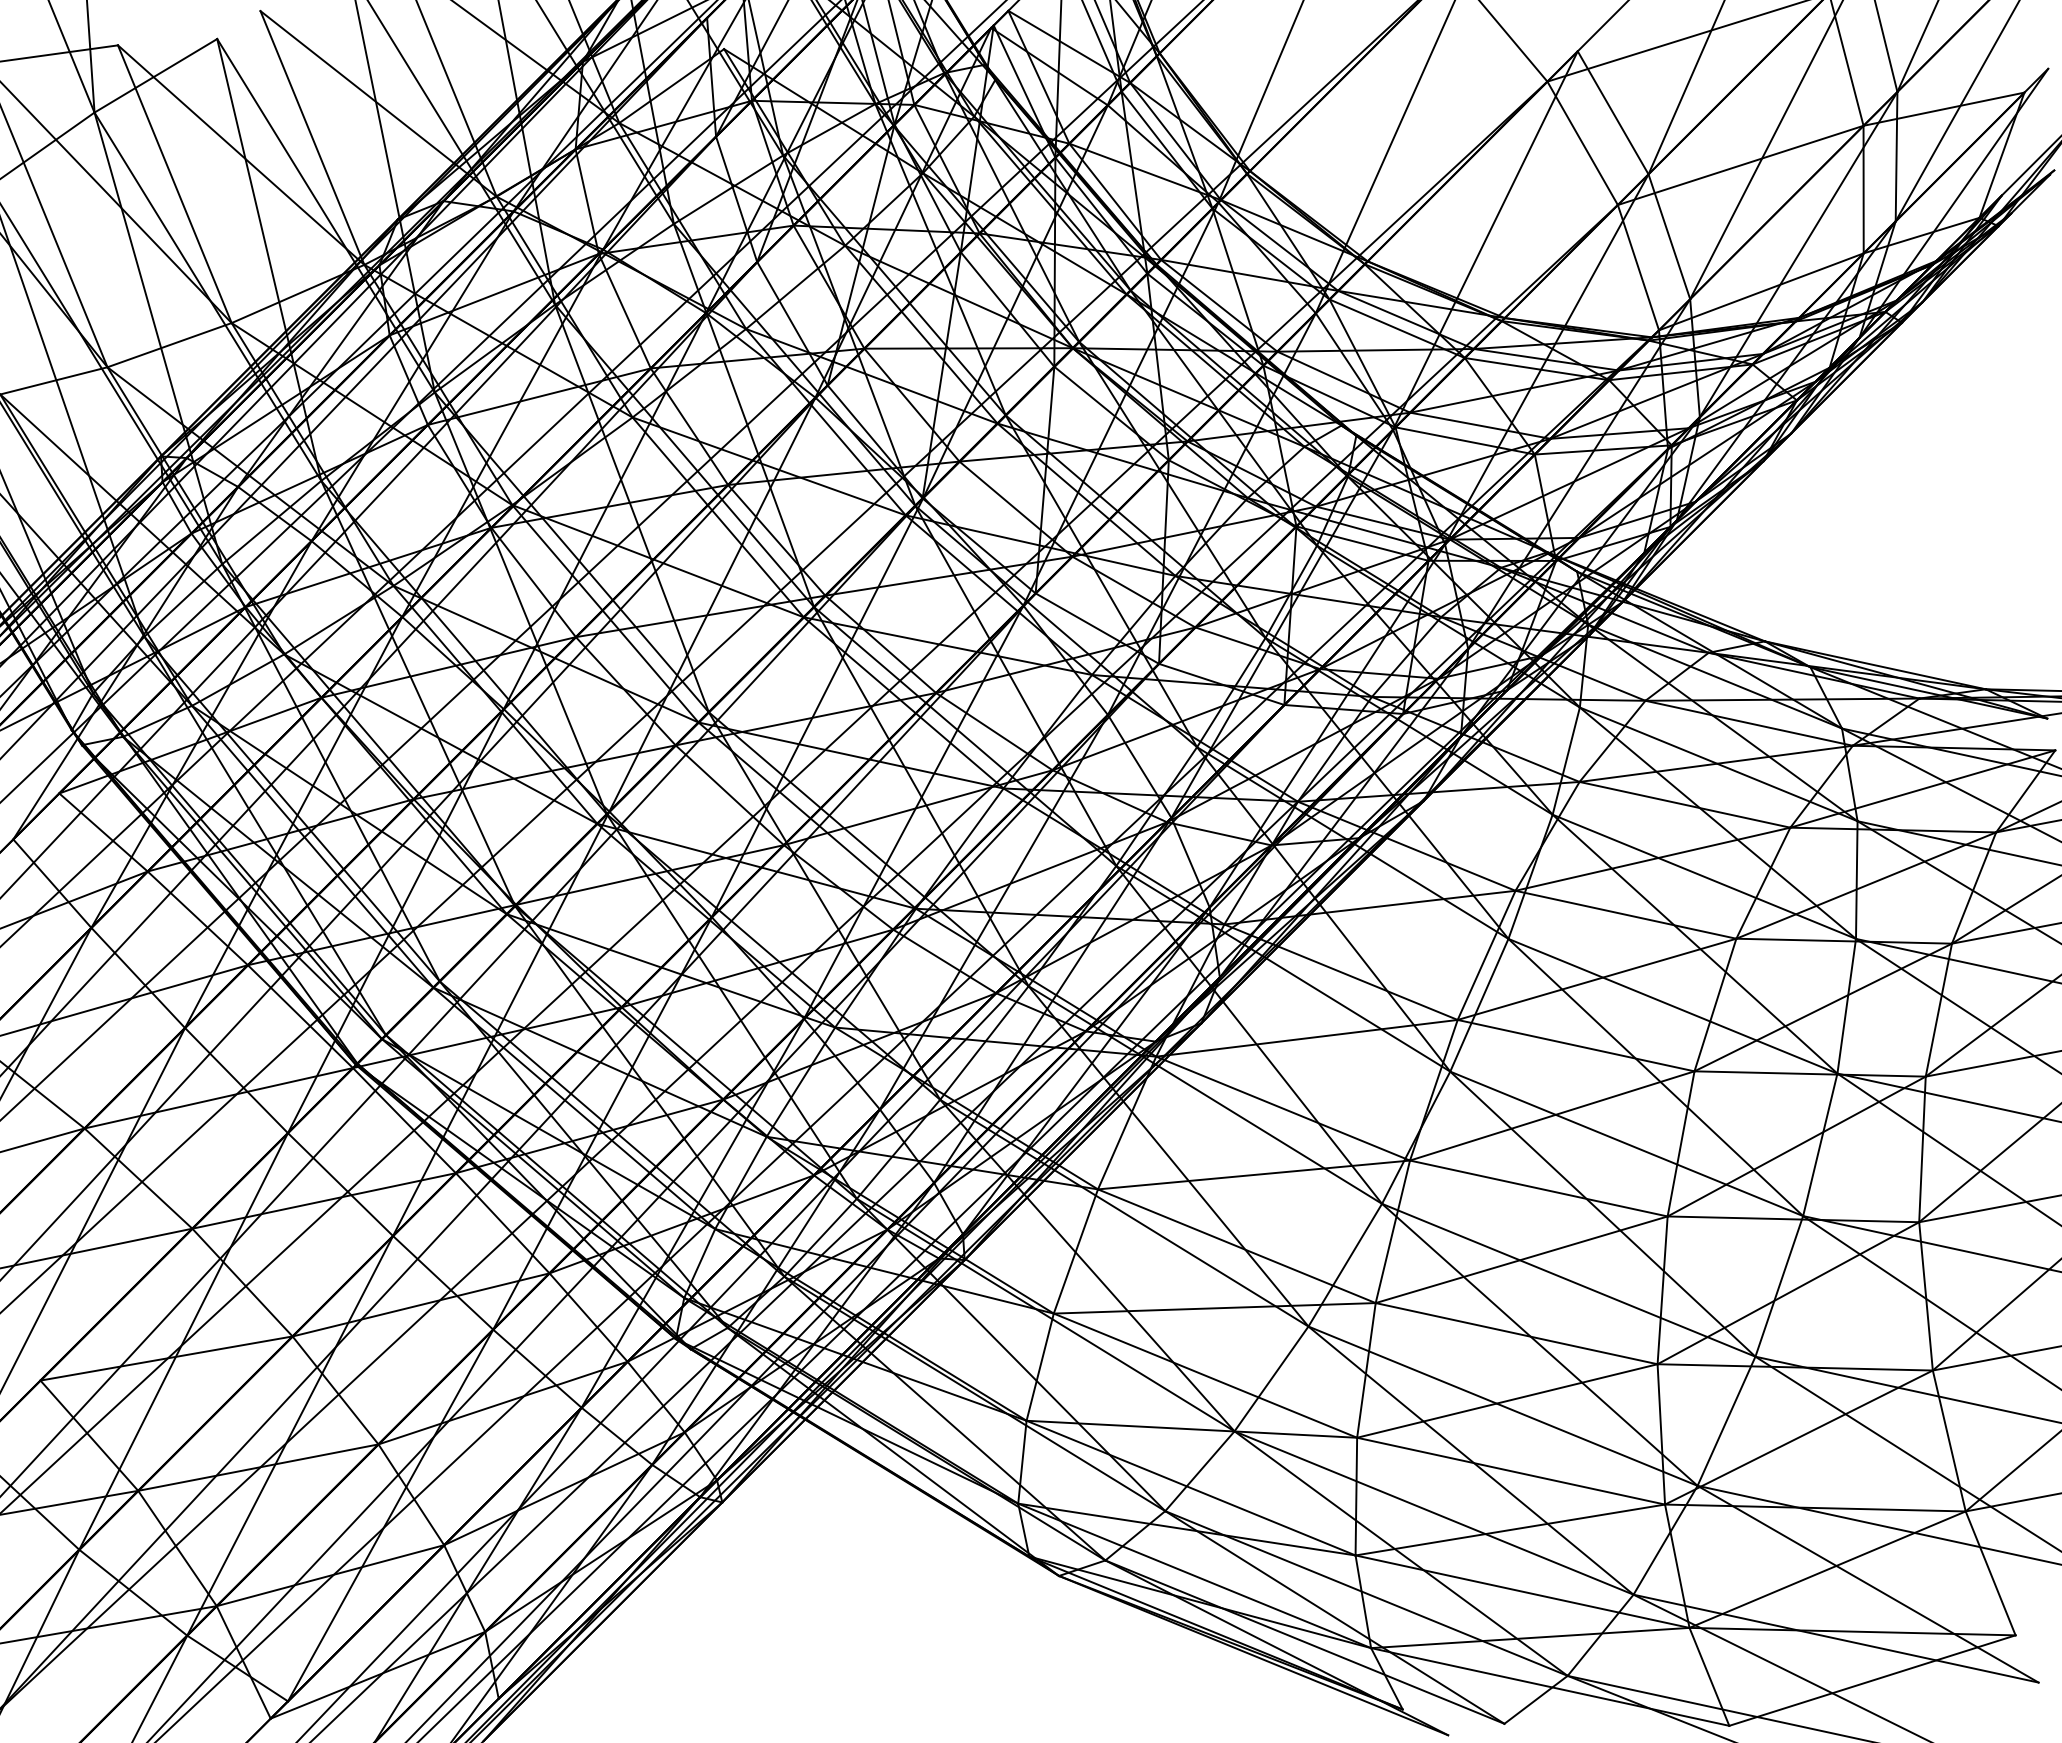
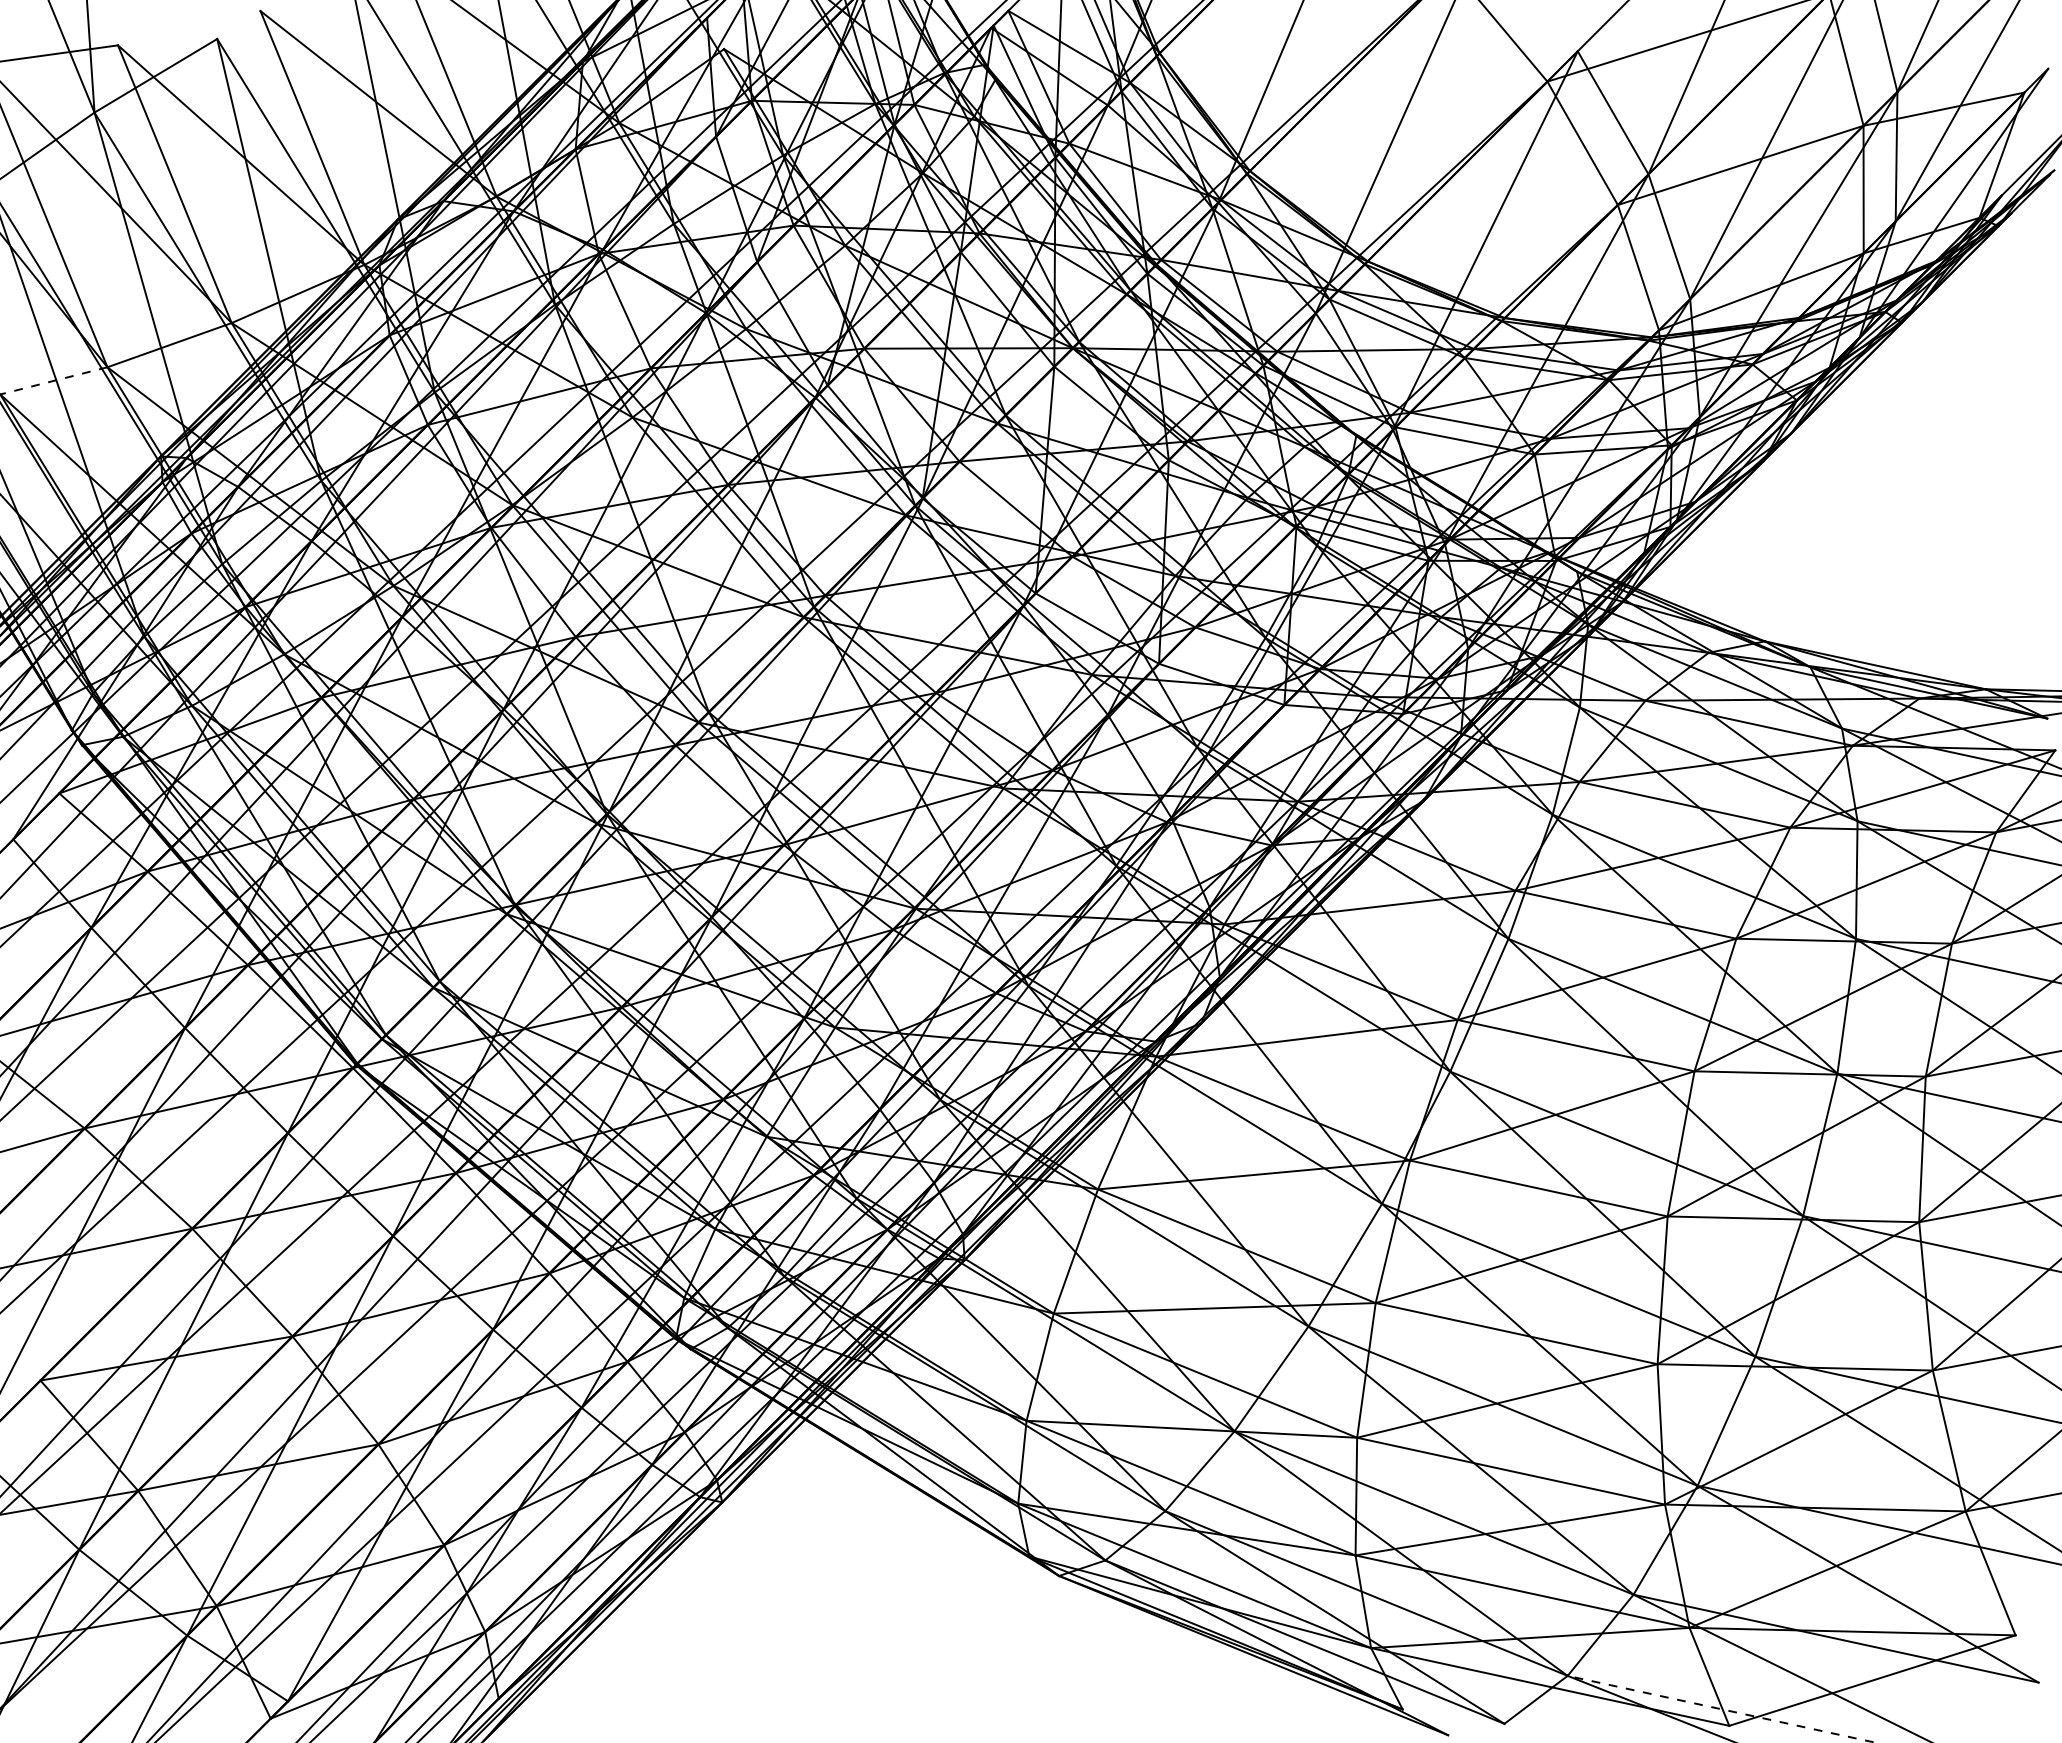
line at (53, 381): solid -> dashed
line at (1722, 1709): solid -> dashed
